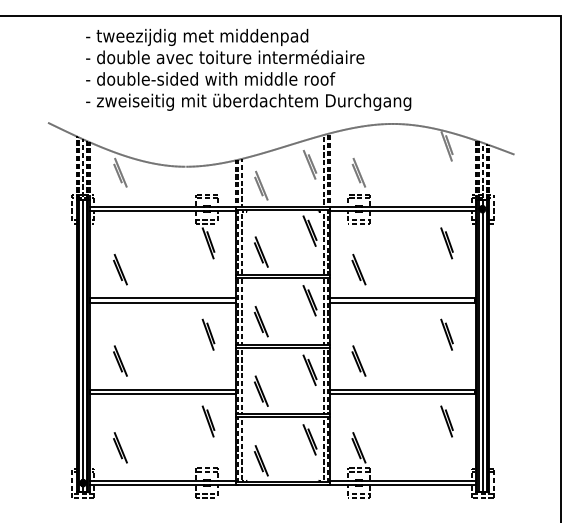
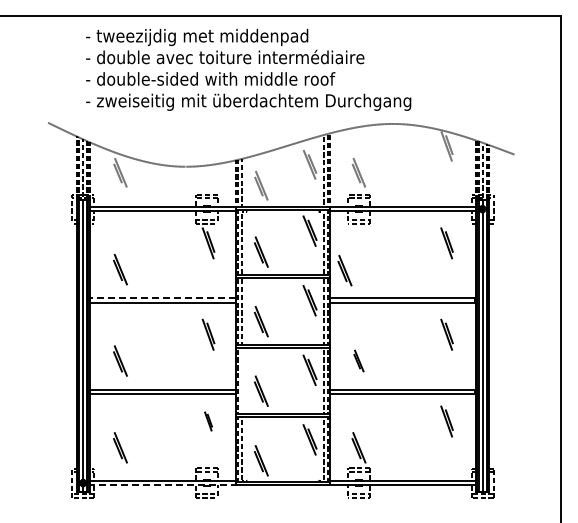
part at (358, 269) position: (358, 269) -> (344, 270)
line at (162, 298): solid -> dashed
part at (358, 360) size: 16x32 px -> 12x24 px
line at (241, 380): present -> none
part at (208, 421) size: 15x33 px -> 9x21 px
line at (163, 485): solid -> dashed
